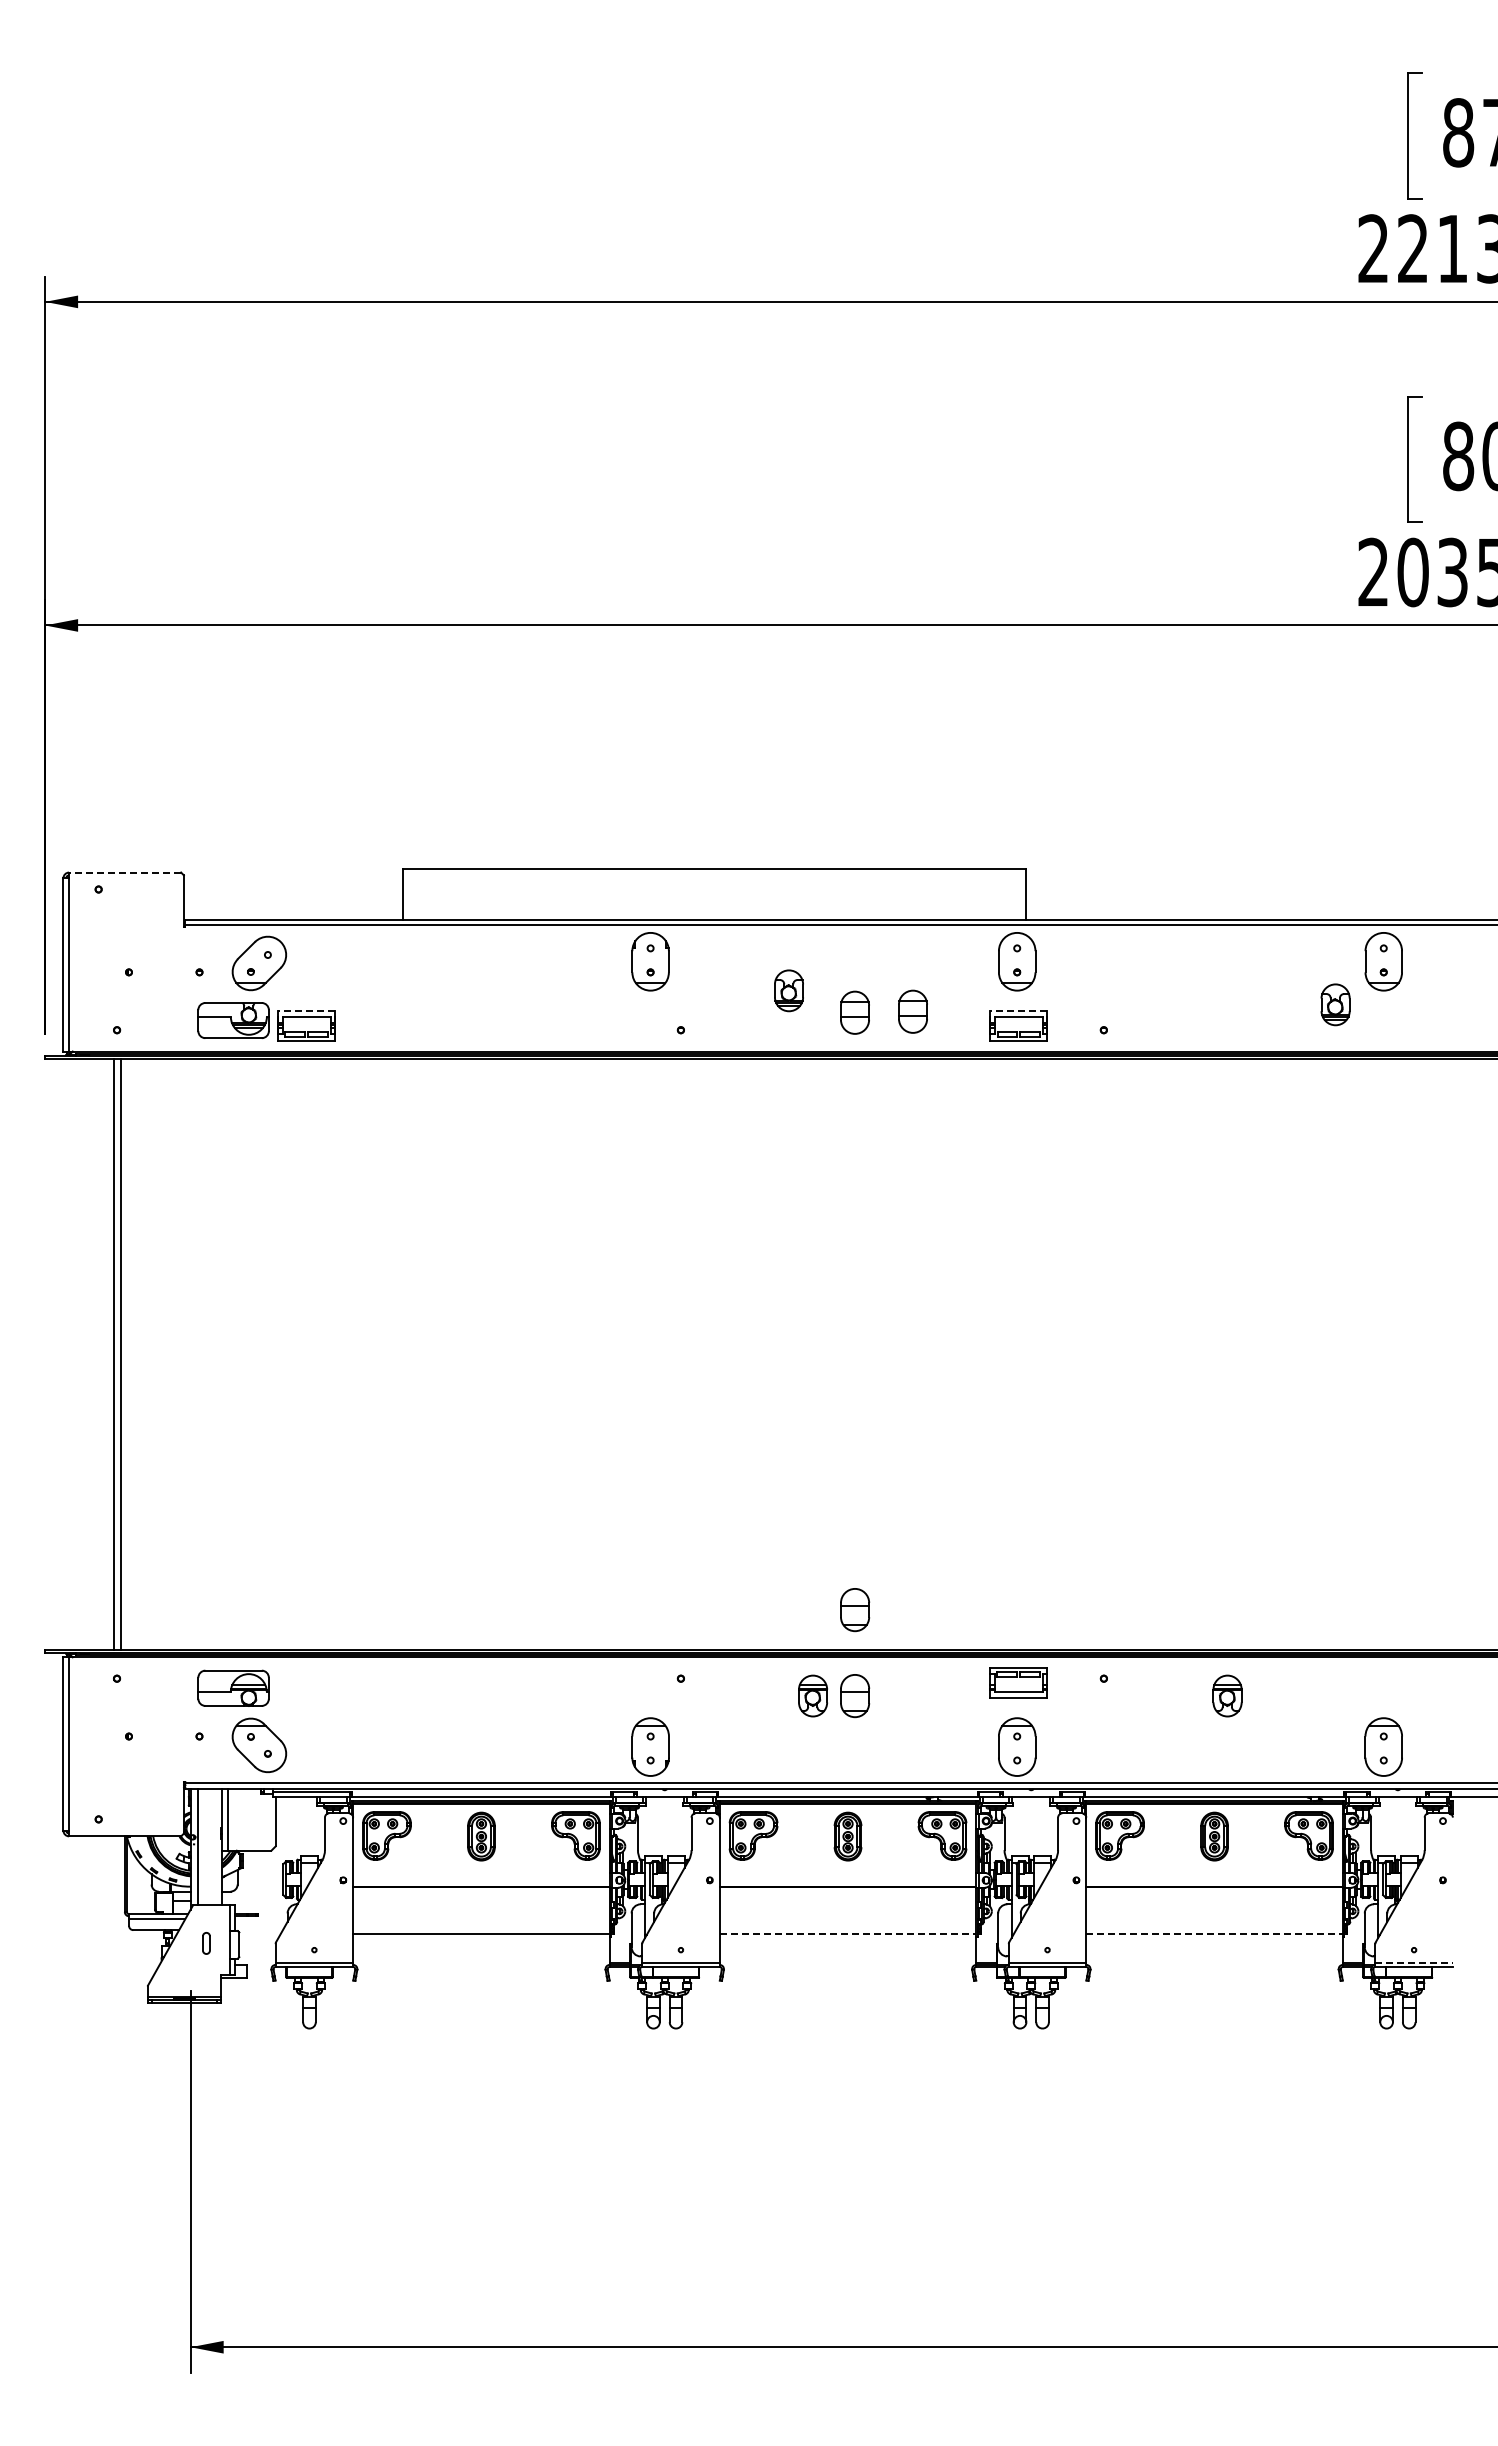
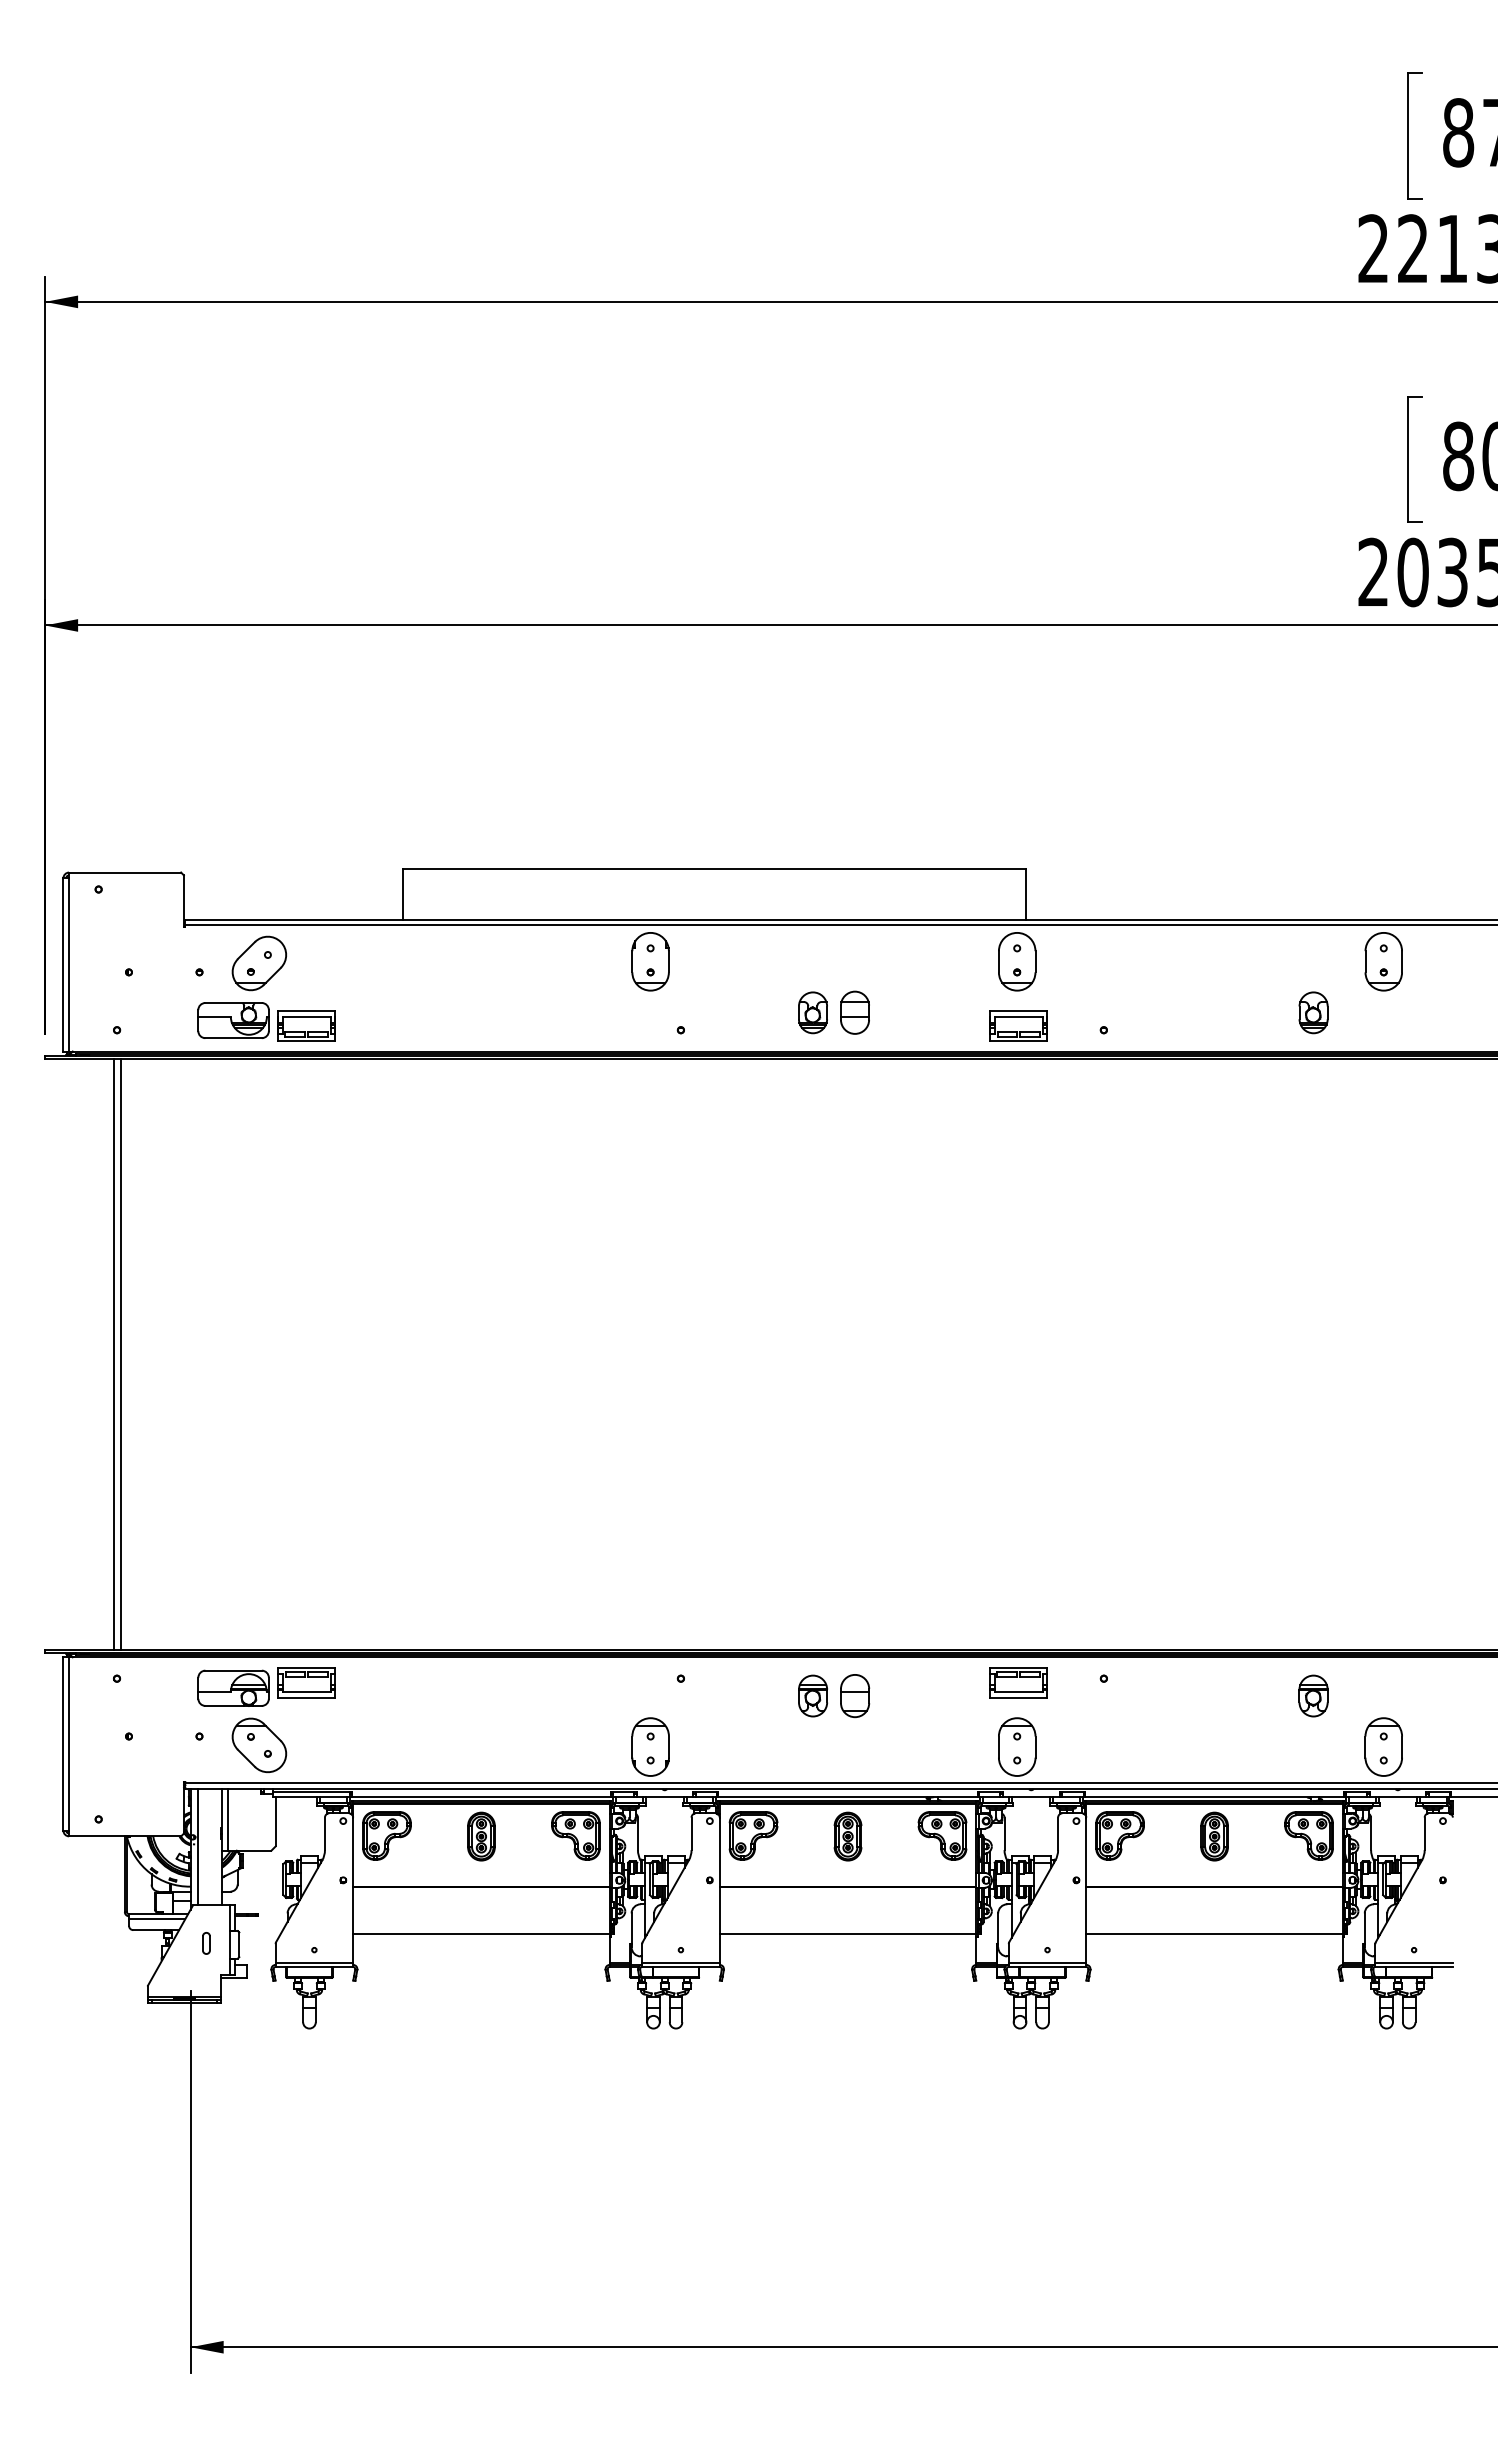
line at (124, 872): dashed -> solid
part at (788, 990) position: (788, 990) -> (812, 1012)
part at (1335, 1004) position: (1335, 1004) -> (1313, 1012)
line at (306, 1011): dashed -> solid
part at (912, 1011): present -> none
line at (1018, 1011): dashed -> solid
part at (855, 1610): present -> none
part at (306, 1682): none -> present
part at (1227, 1695) position: (1227, 1695) -> (1313, 1695)
line at (848, 1933): dashed -> solid
line at (1215, 1933): dashed -> solid
line at (1414, 1962): dashed -> solid
